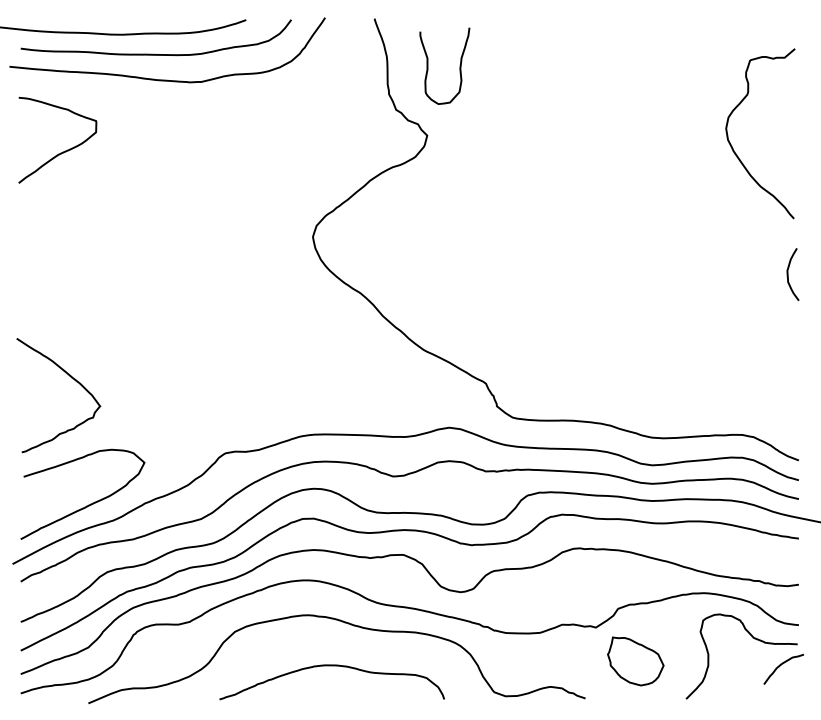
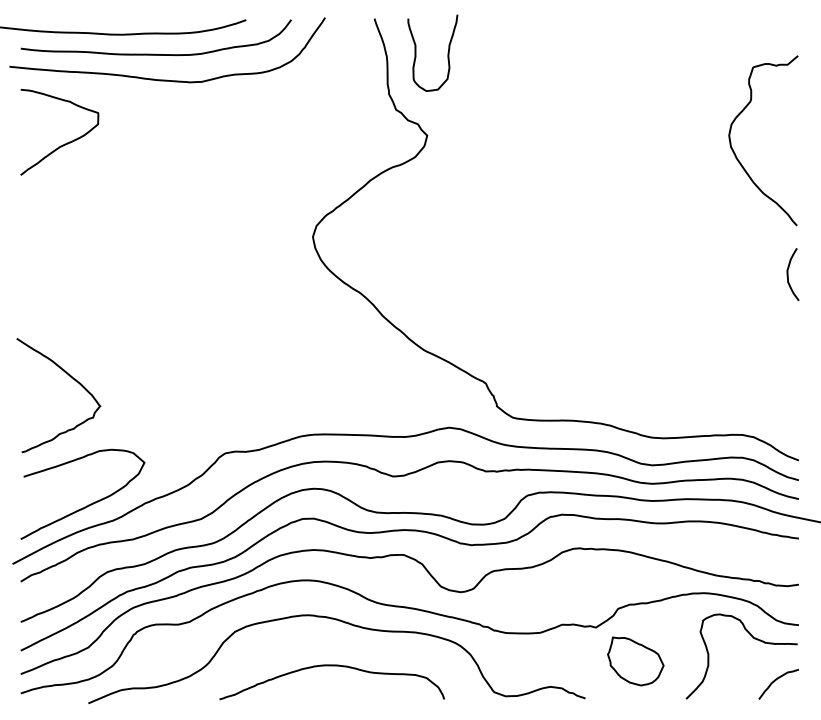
curve at (459, 65) position: (459, 65) -> (447, 52)
curve at (732, 146) position: (732, 146) -> (735, 153)
curve at (62, 151) position: (62, 151) -> (64, 143)
curve at (781, 665) position: (781, 665) -> (776, 680)
